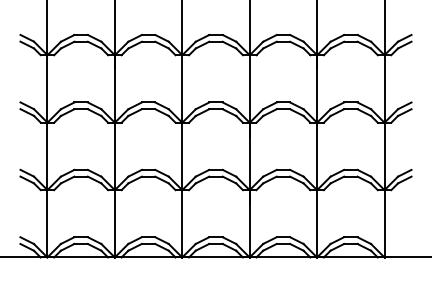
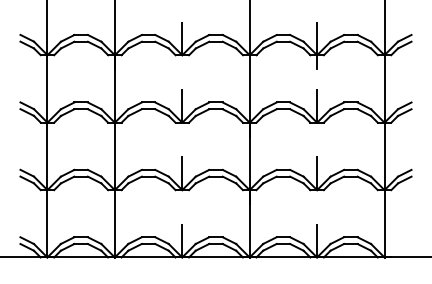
line at (182, 128): solid -> dashed
line at (317, 128): solid -> dashed
